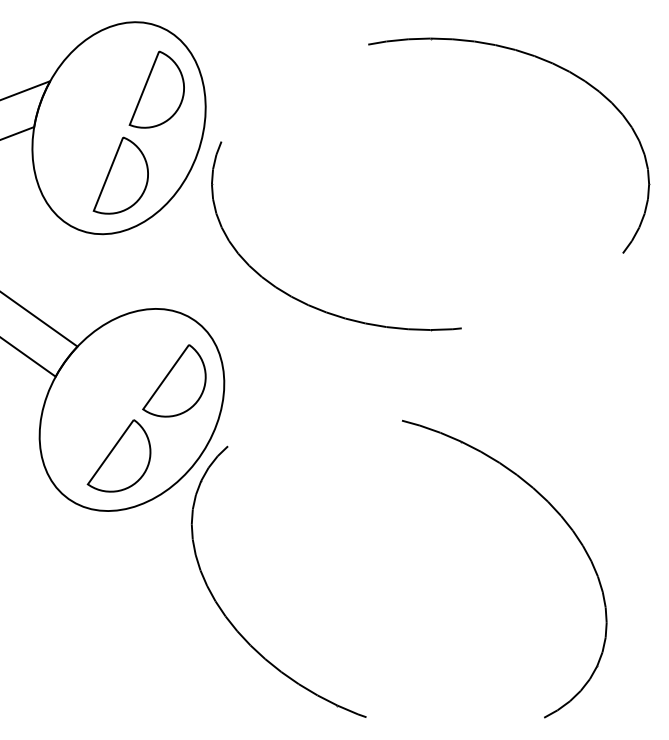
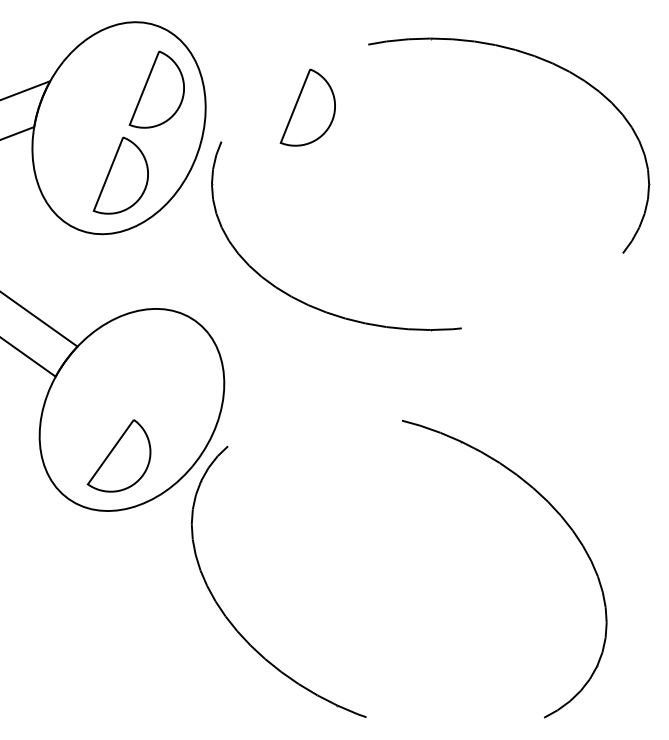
part at (307, 107): none -> present
part at (174, 380): present -> none
